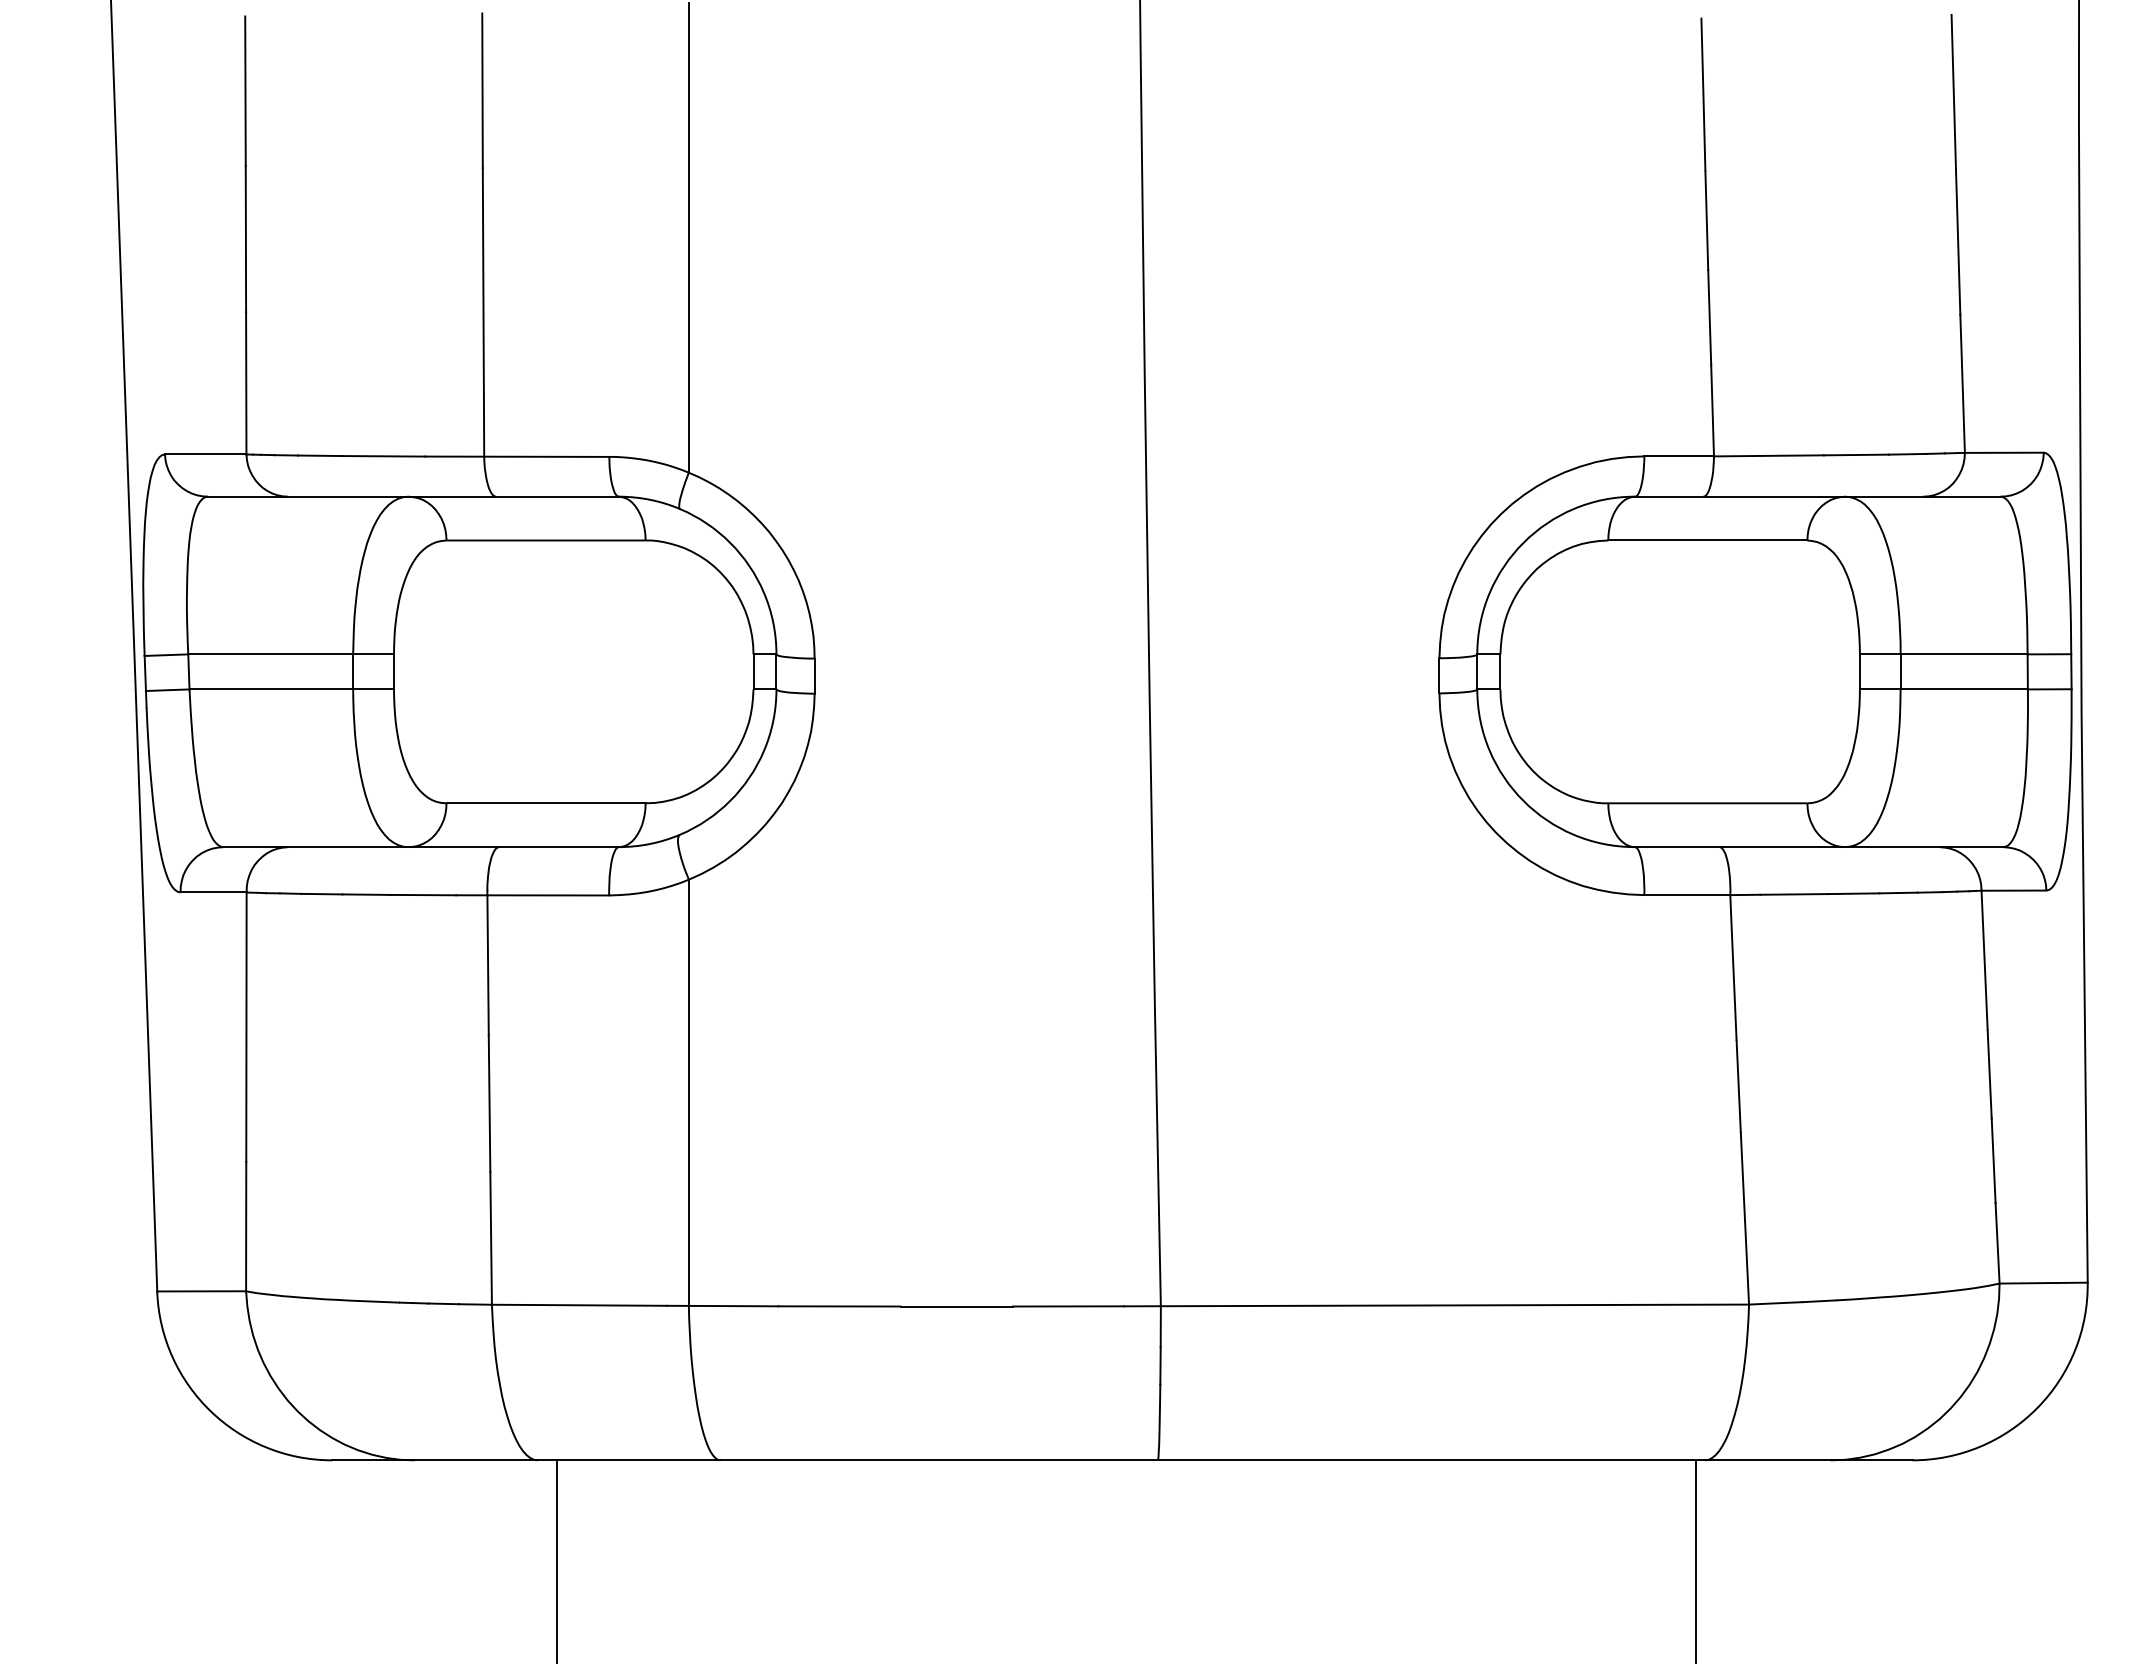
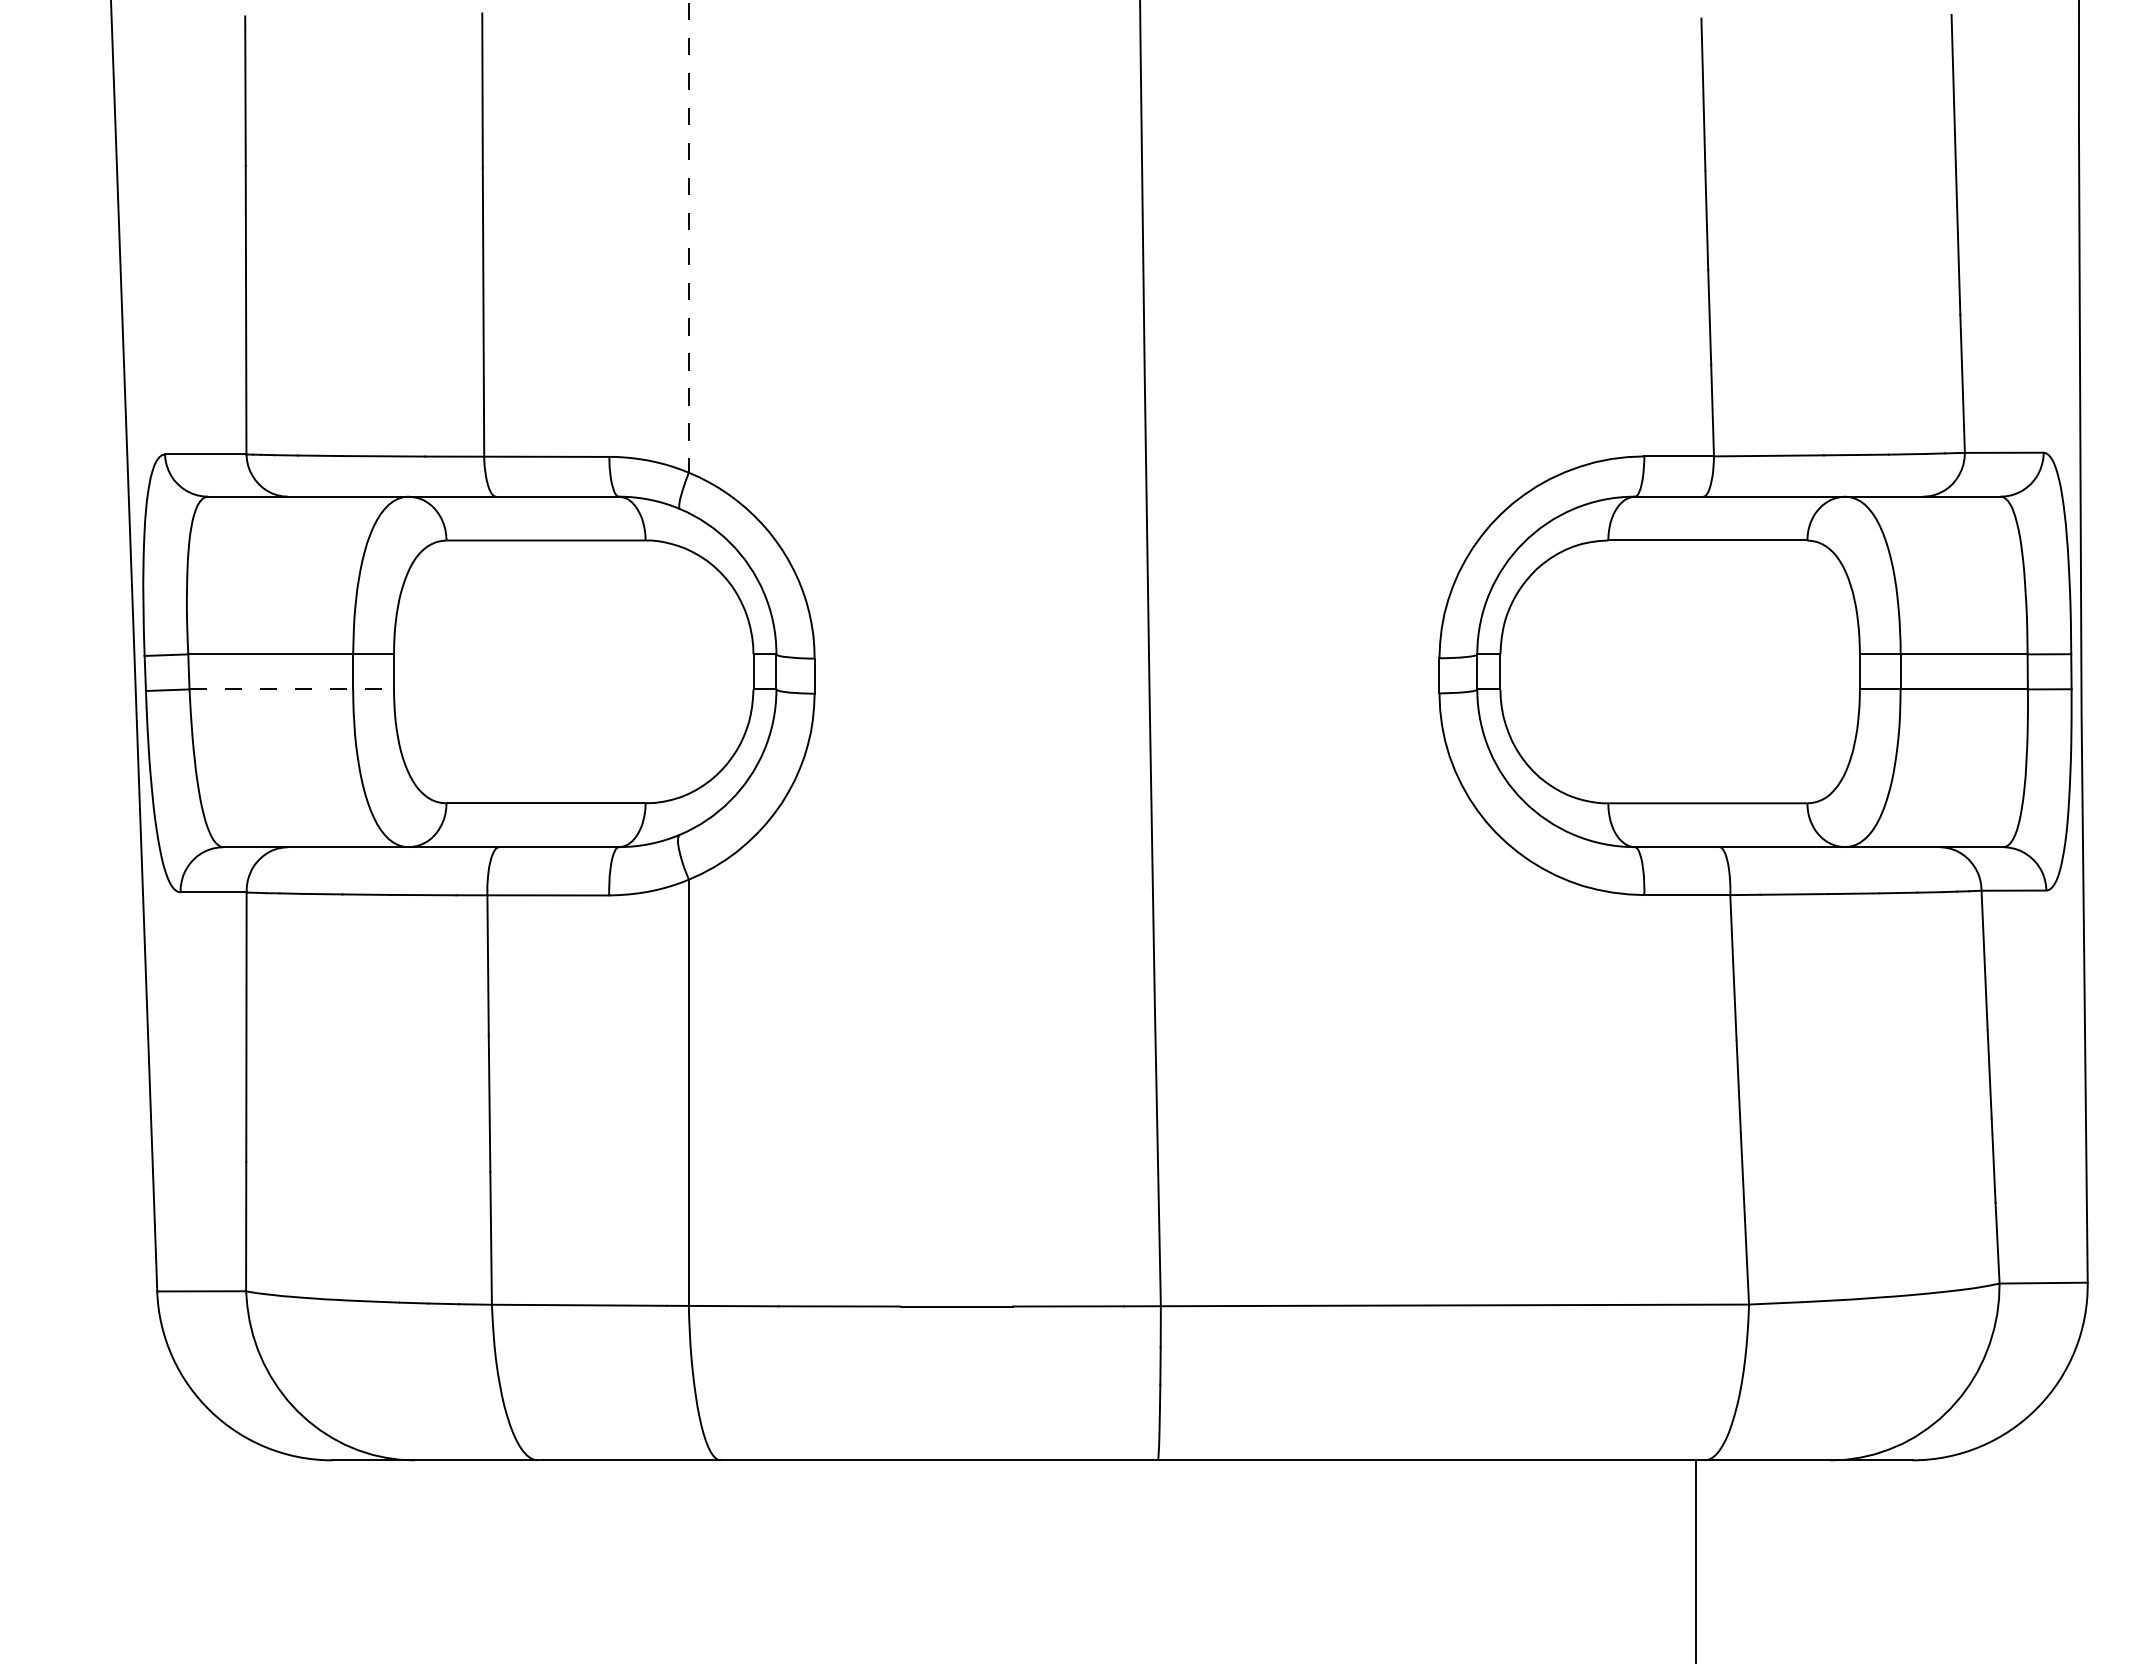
line at (688, 238): solid -> dashed
line at (292, 689): solid -> dashed
line at (557, 1560): present -> none
